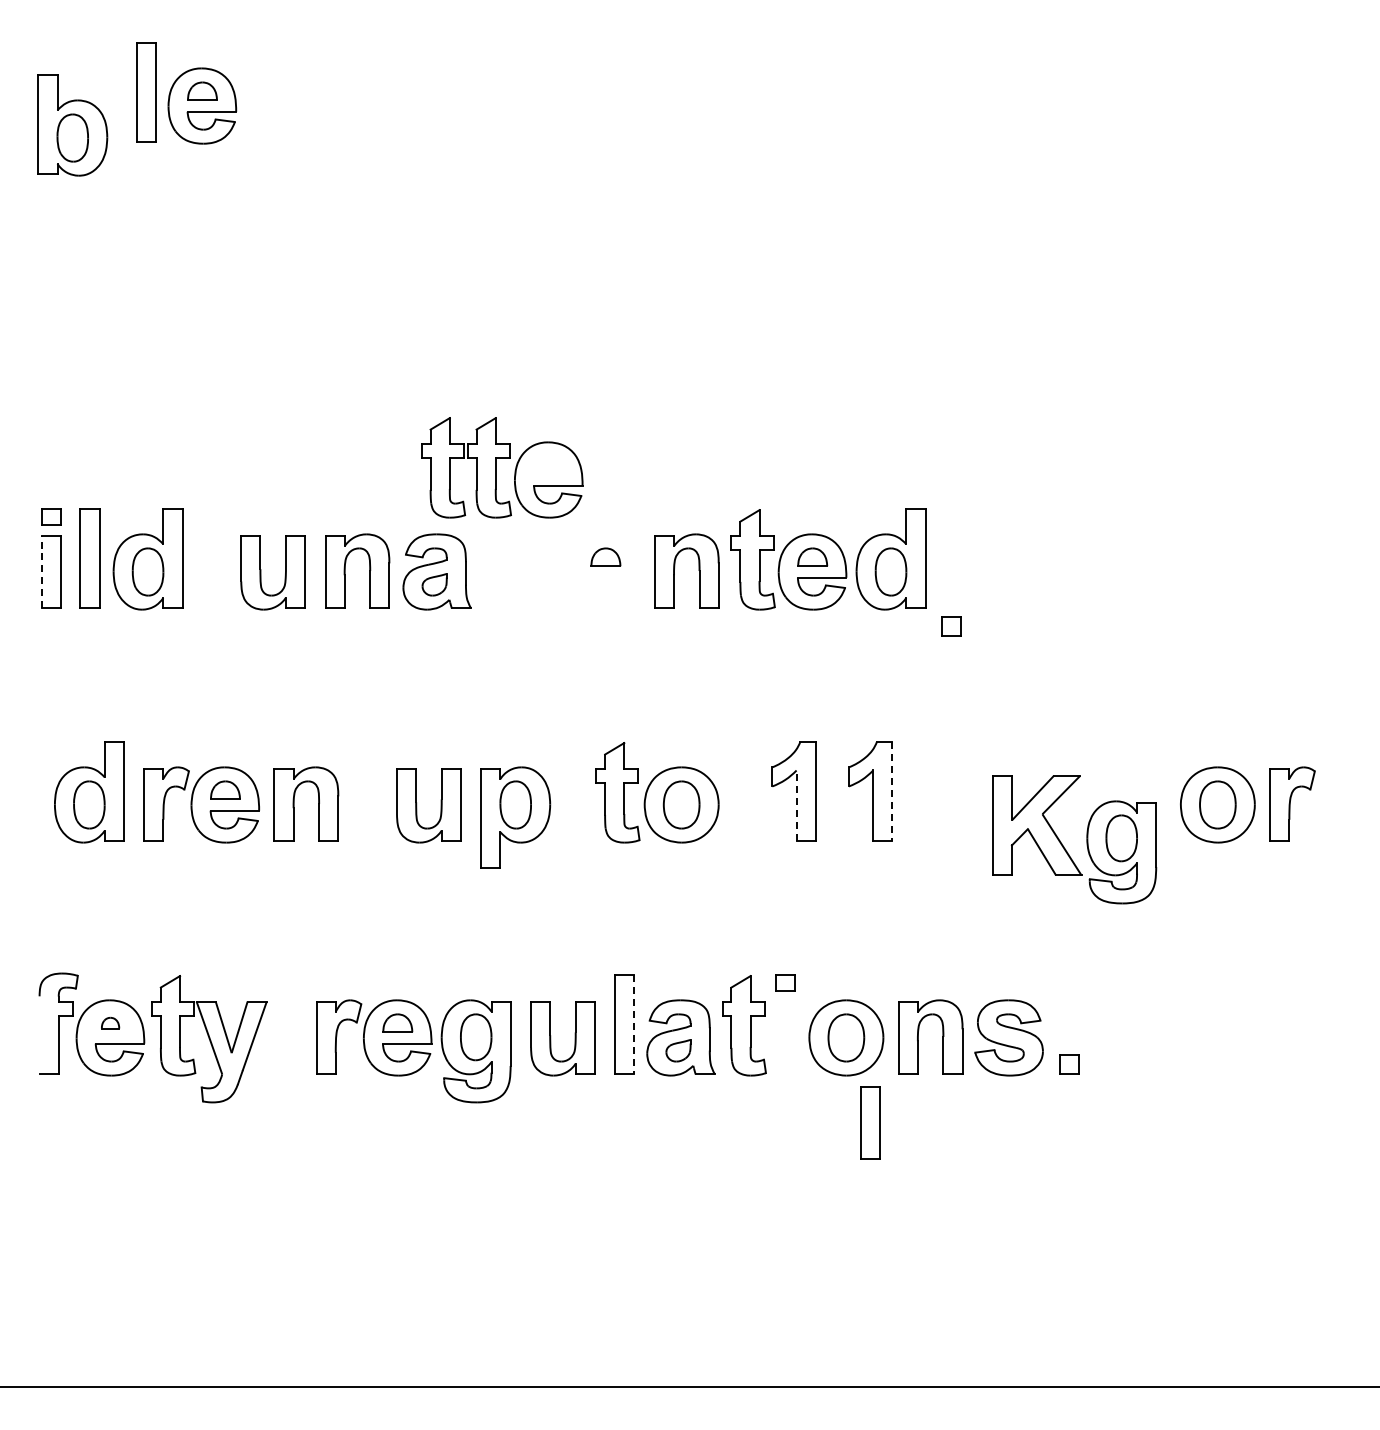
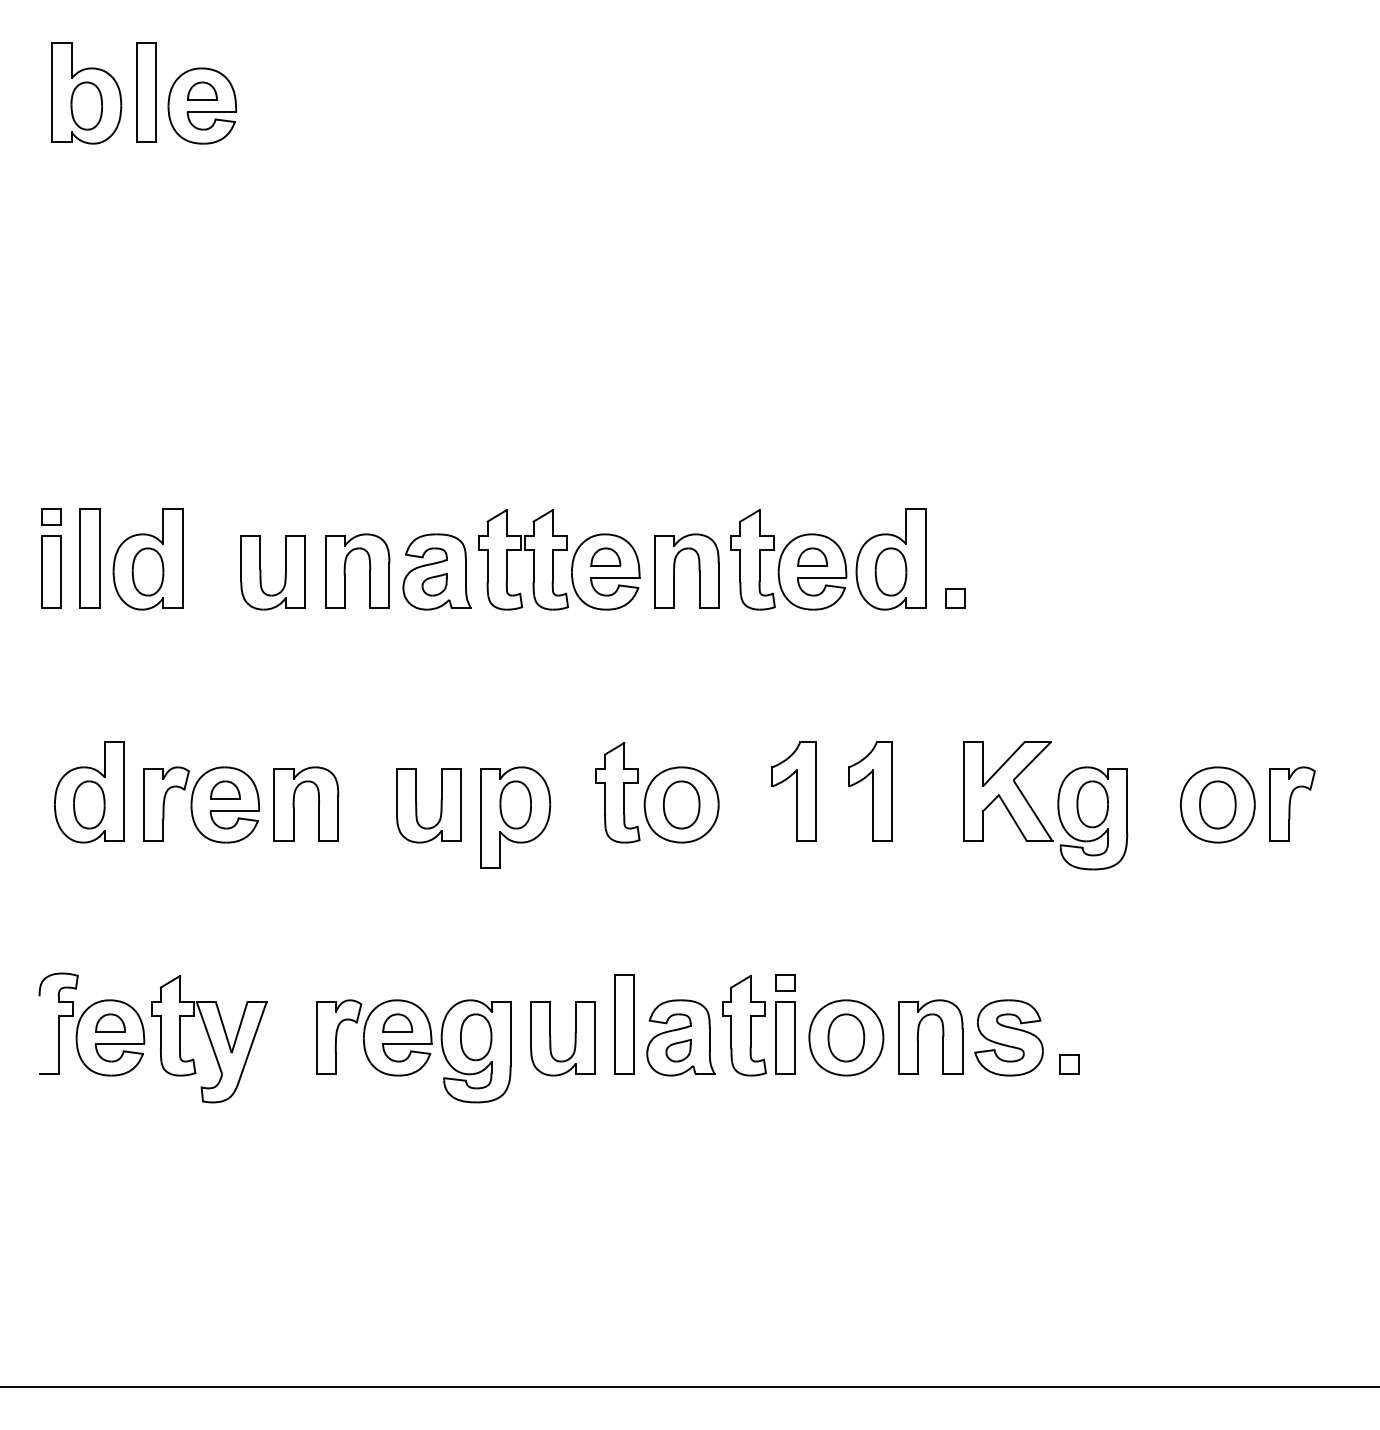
part at (72, 125) position: (72, 125) -> (86, 93)
part at (502, 467) position: (502, 467) -> (559, 559)
line at (42, 571): dashed -> solid
part at (951, 626) position: (951, 626) -> (955, 598)
line at (892, 791): dashed -> solid
line at (796, 805): dashed -> solid
part at (1086, 839) position: (1086, 839) -> (1057, 805)
part at (110, 1022) size: 20x14 px -> 31x20 px
line at (634, 1024): dashed -> solid
part at (870, 1122) position: (870, 1122) -> (785, 1037)
